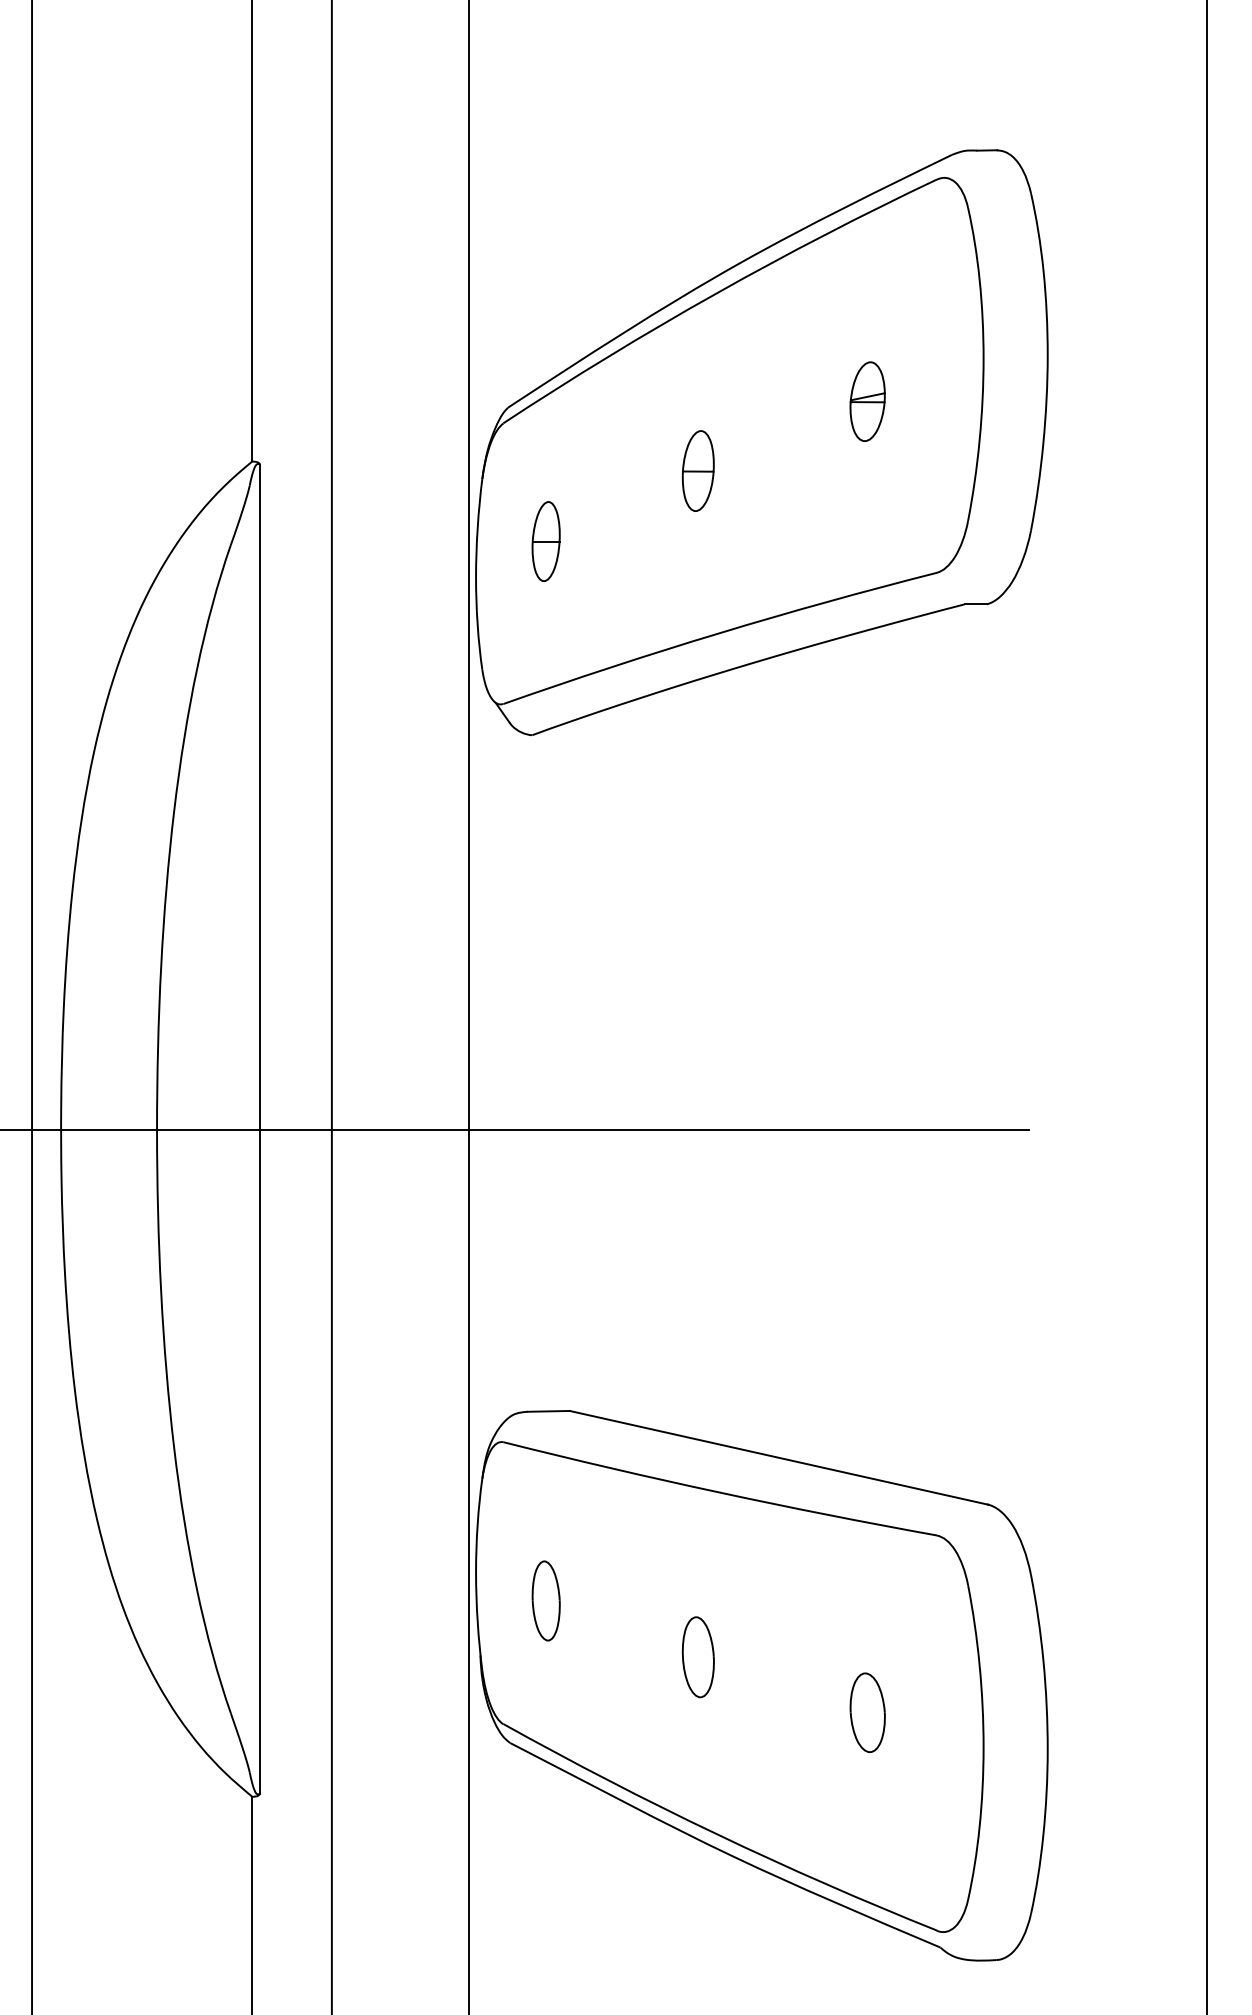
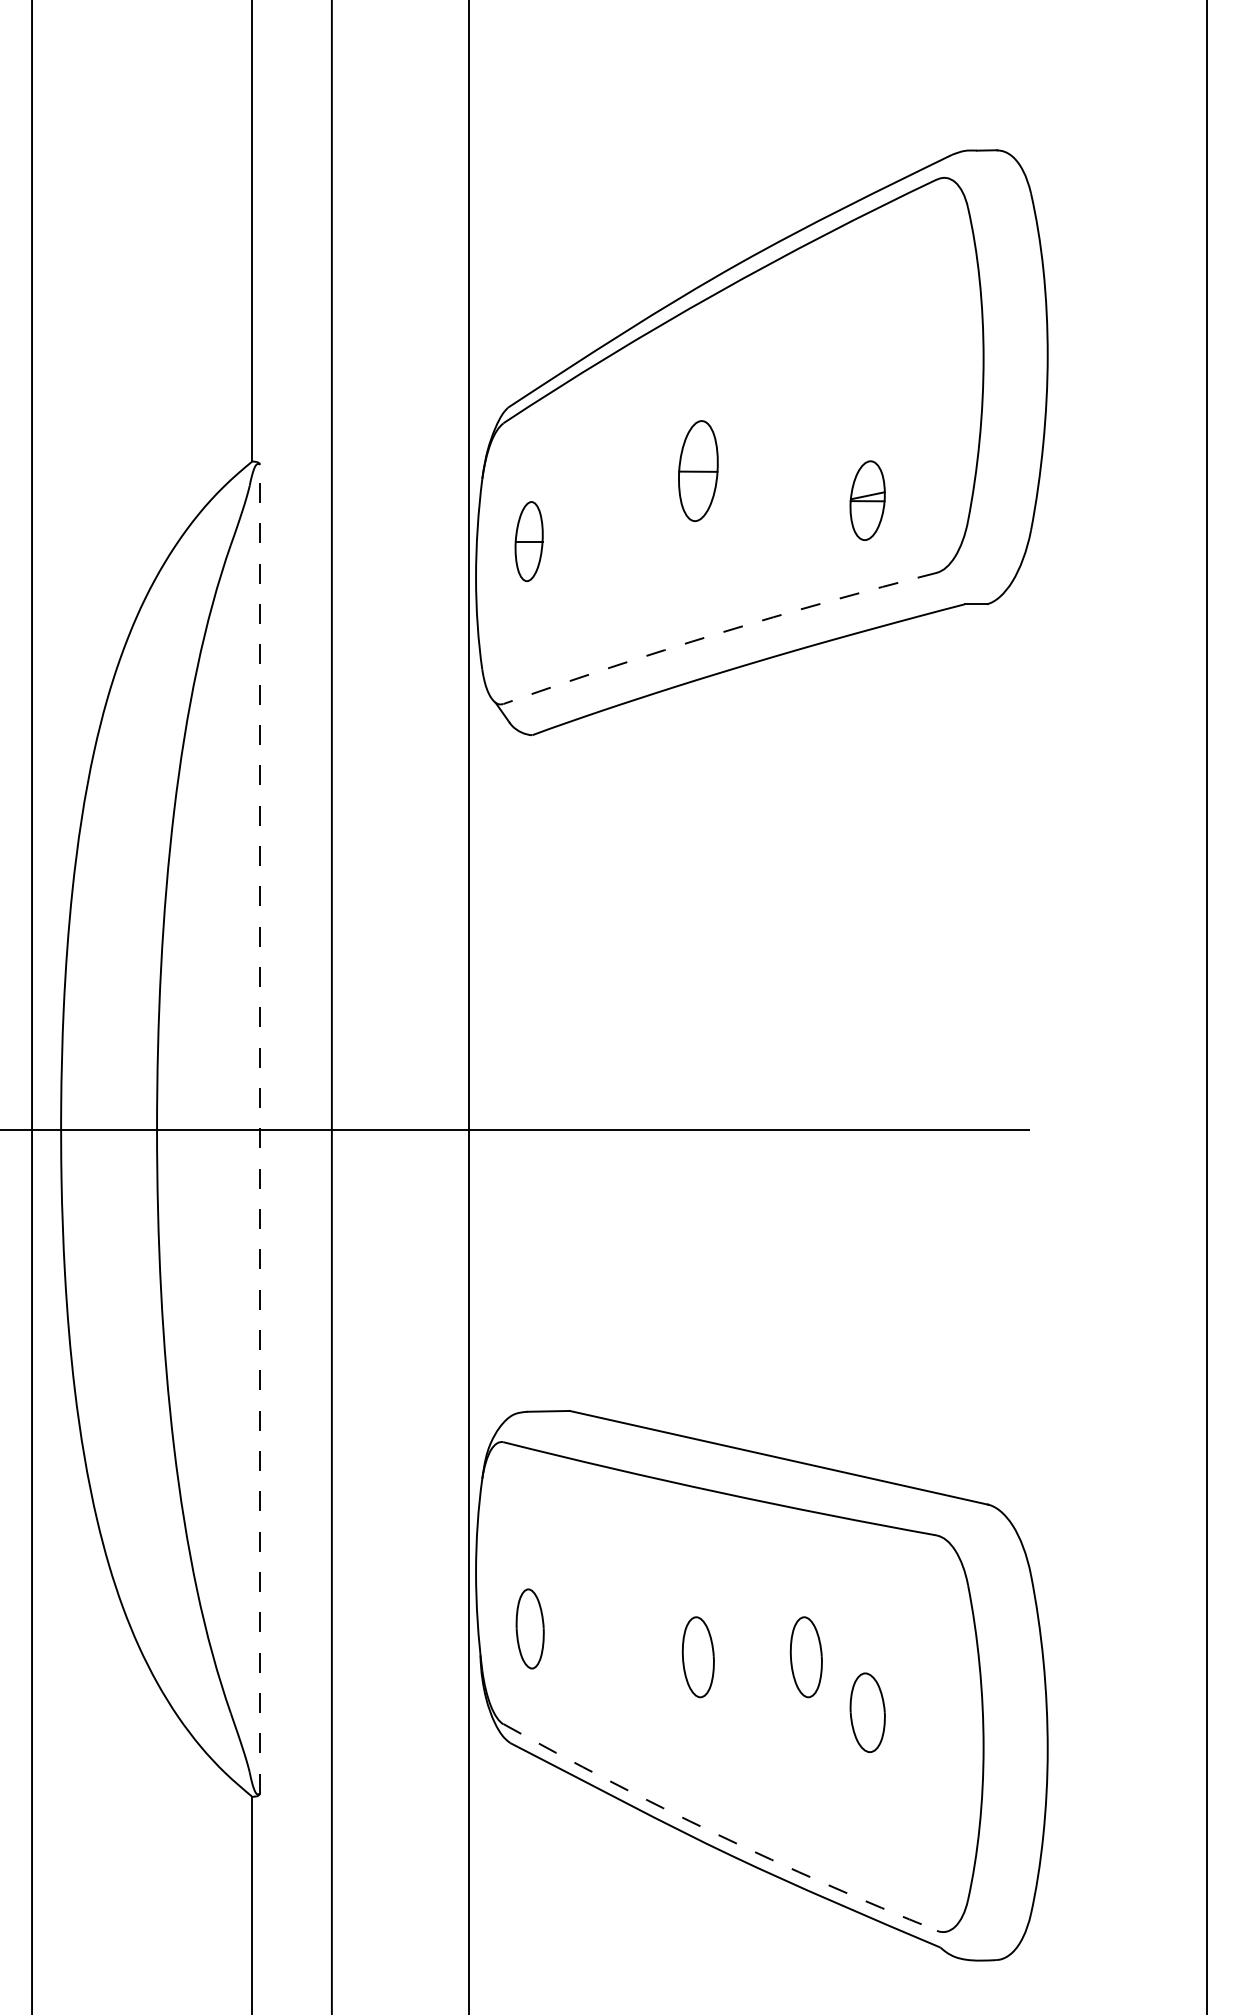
part at (867, 401) position: (867, 401) -> (867, 500)
part at (697, 470) size: 34x82 px -> 41x102 px
part at (545, 541) position: (545, 541) -> (528, 541)
arc at (718, 633): solid -> dashed
line at (260, 1129): solid -> dashed
part at (545, 1600) position: (545, 1600) -> (529, 1628)
part at (805, 1657): none -> present
arc at (717, 1834): solid -> dashed
